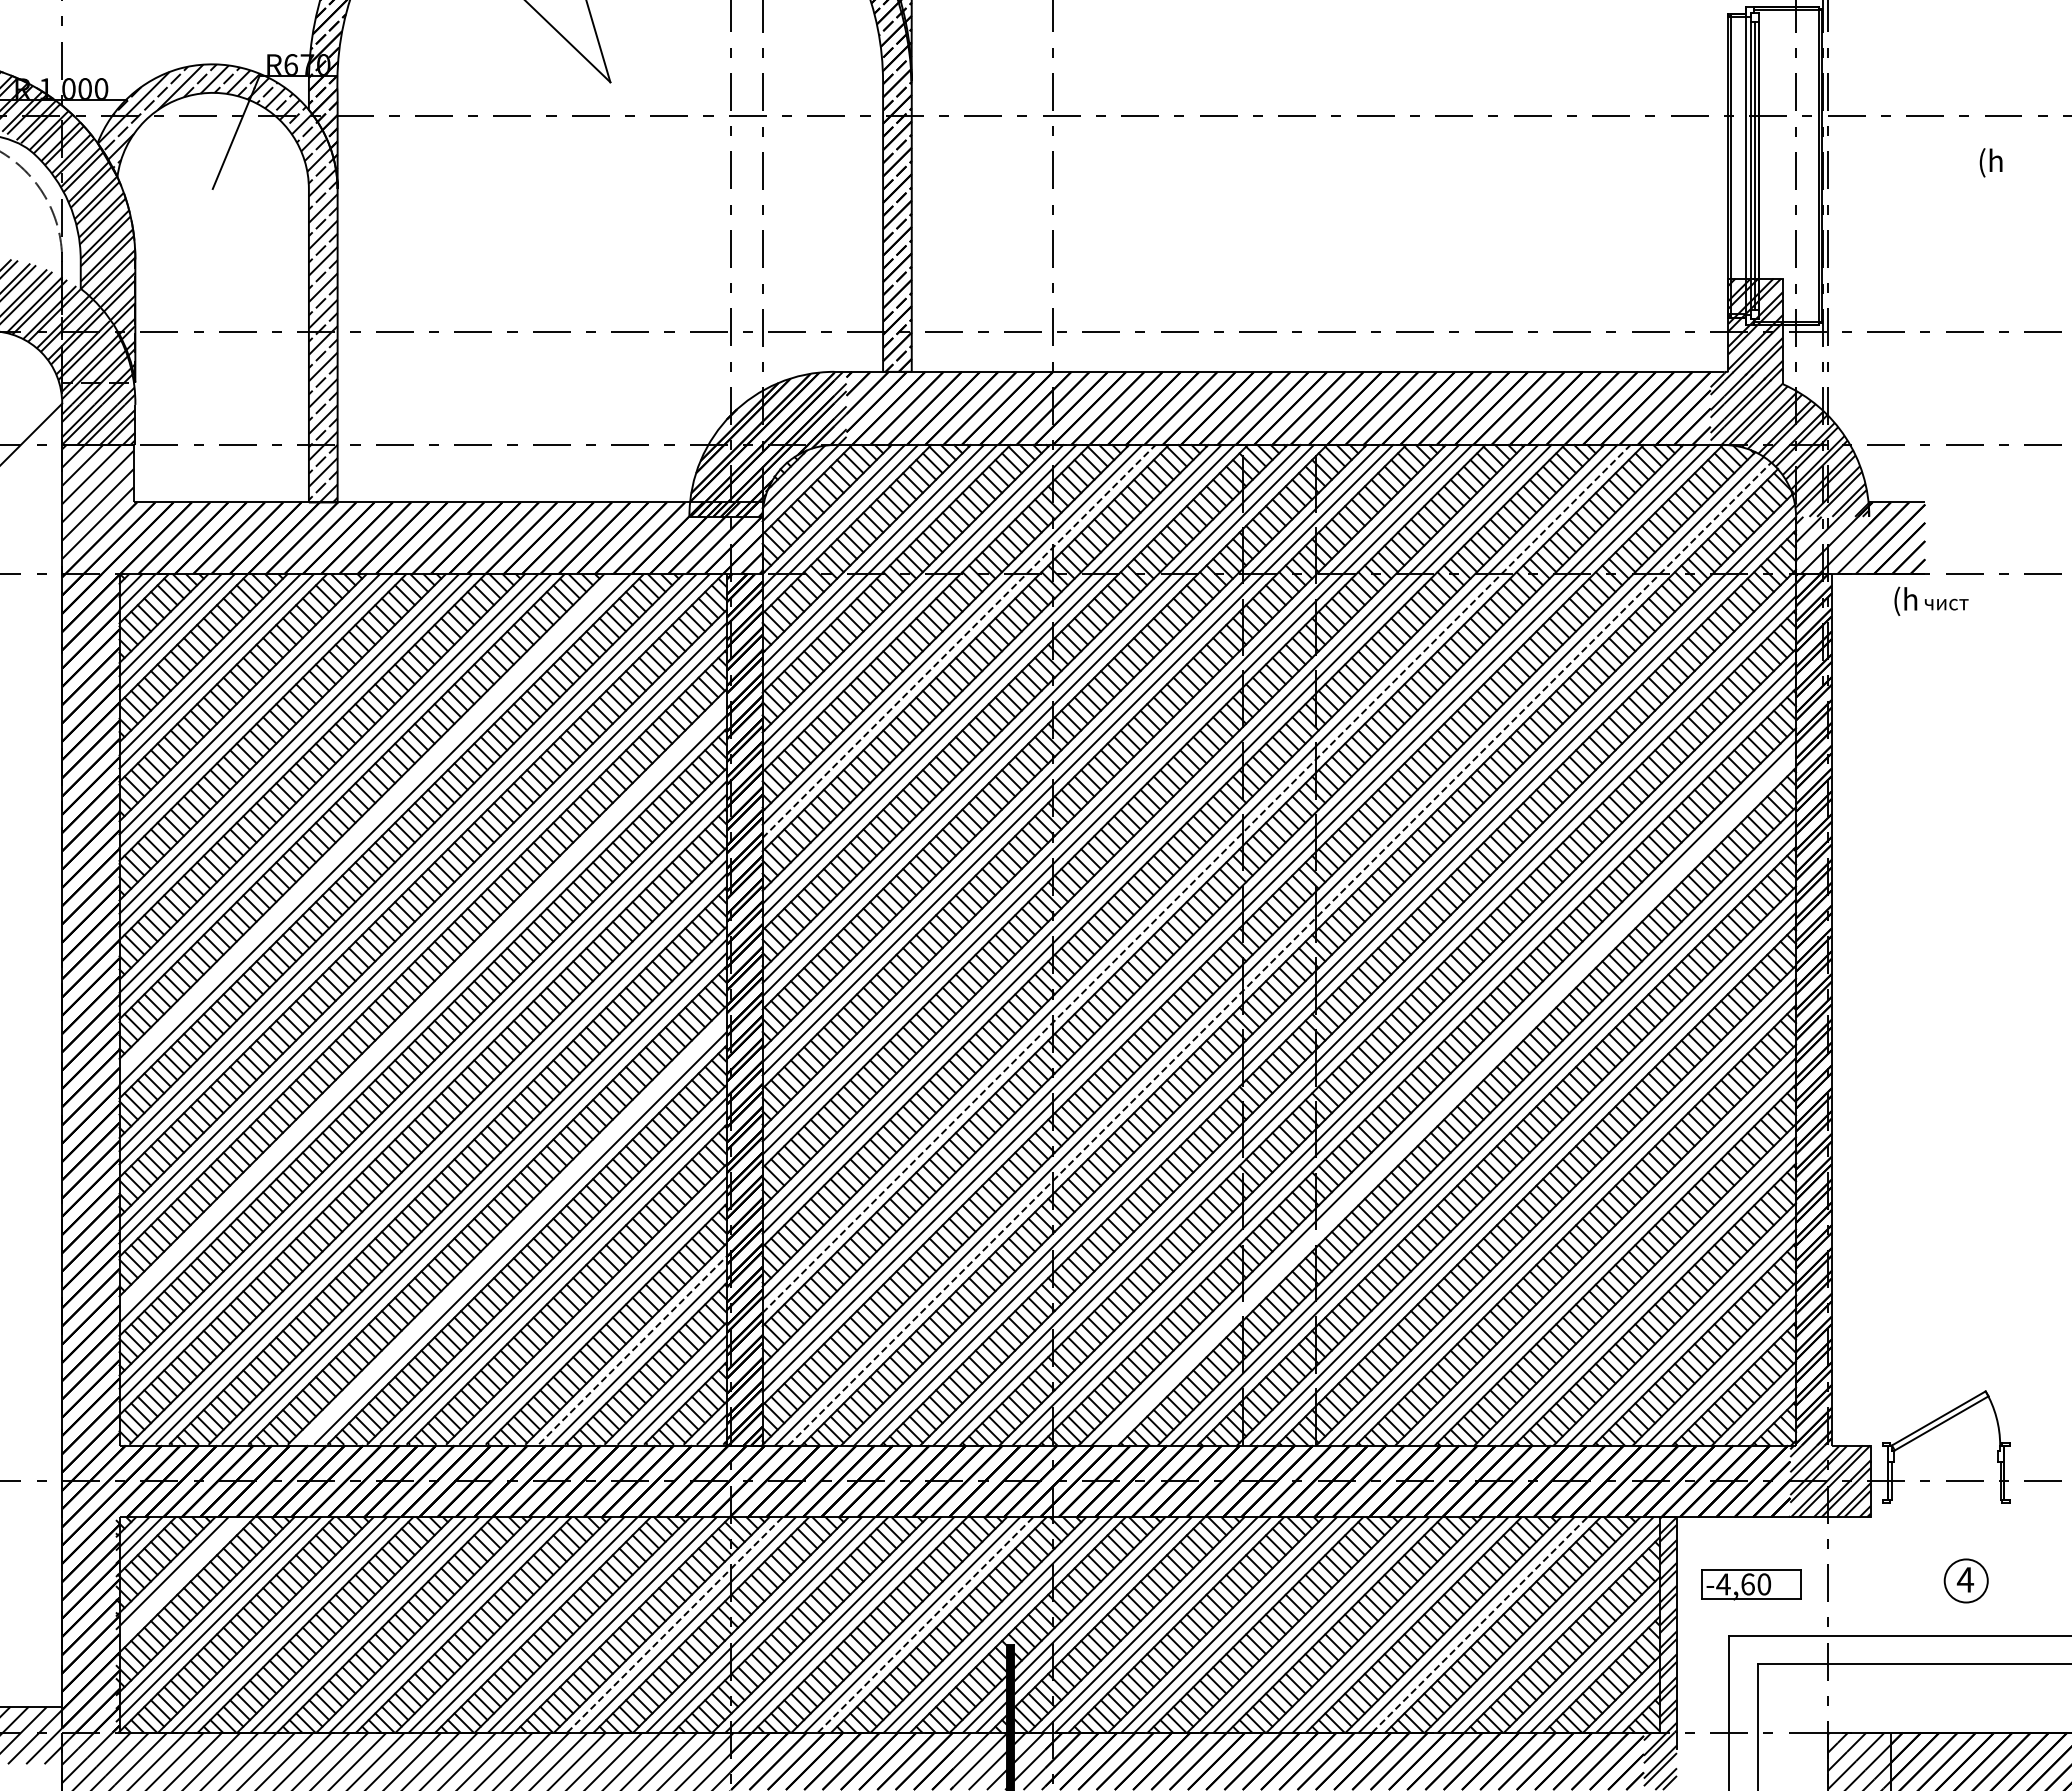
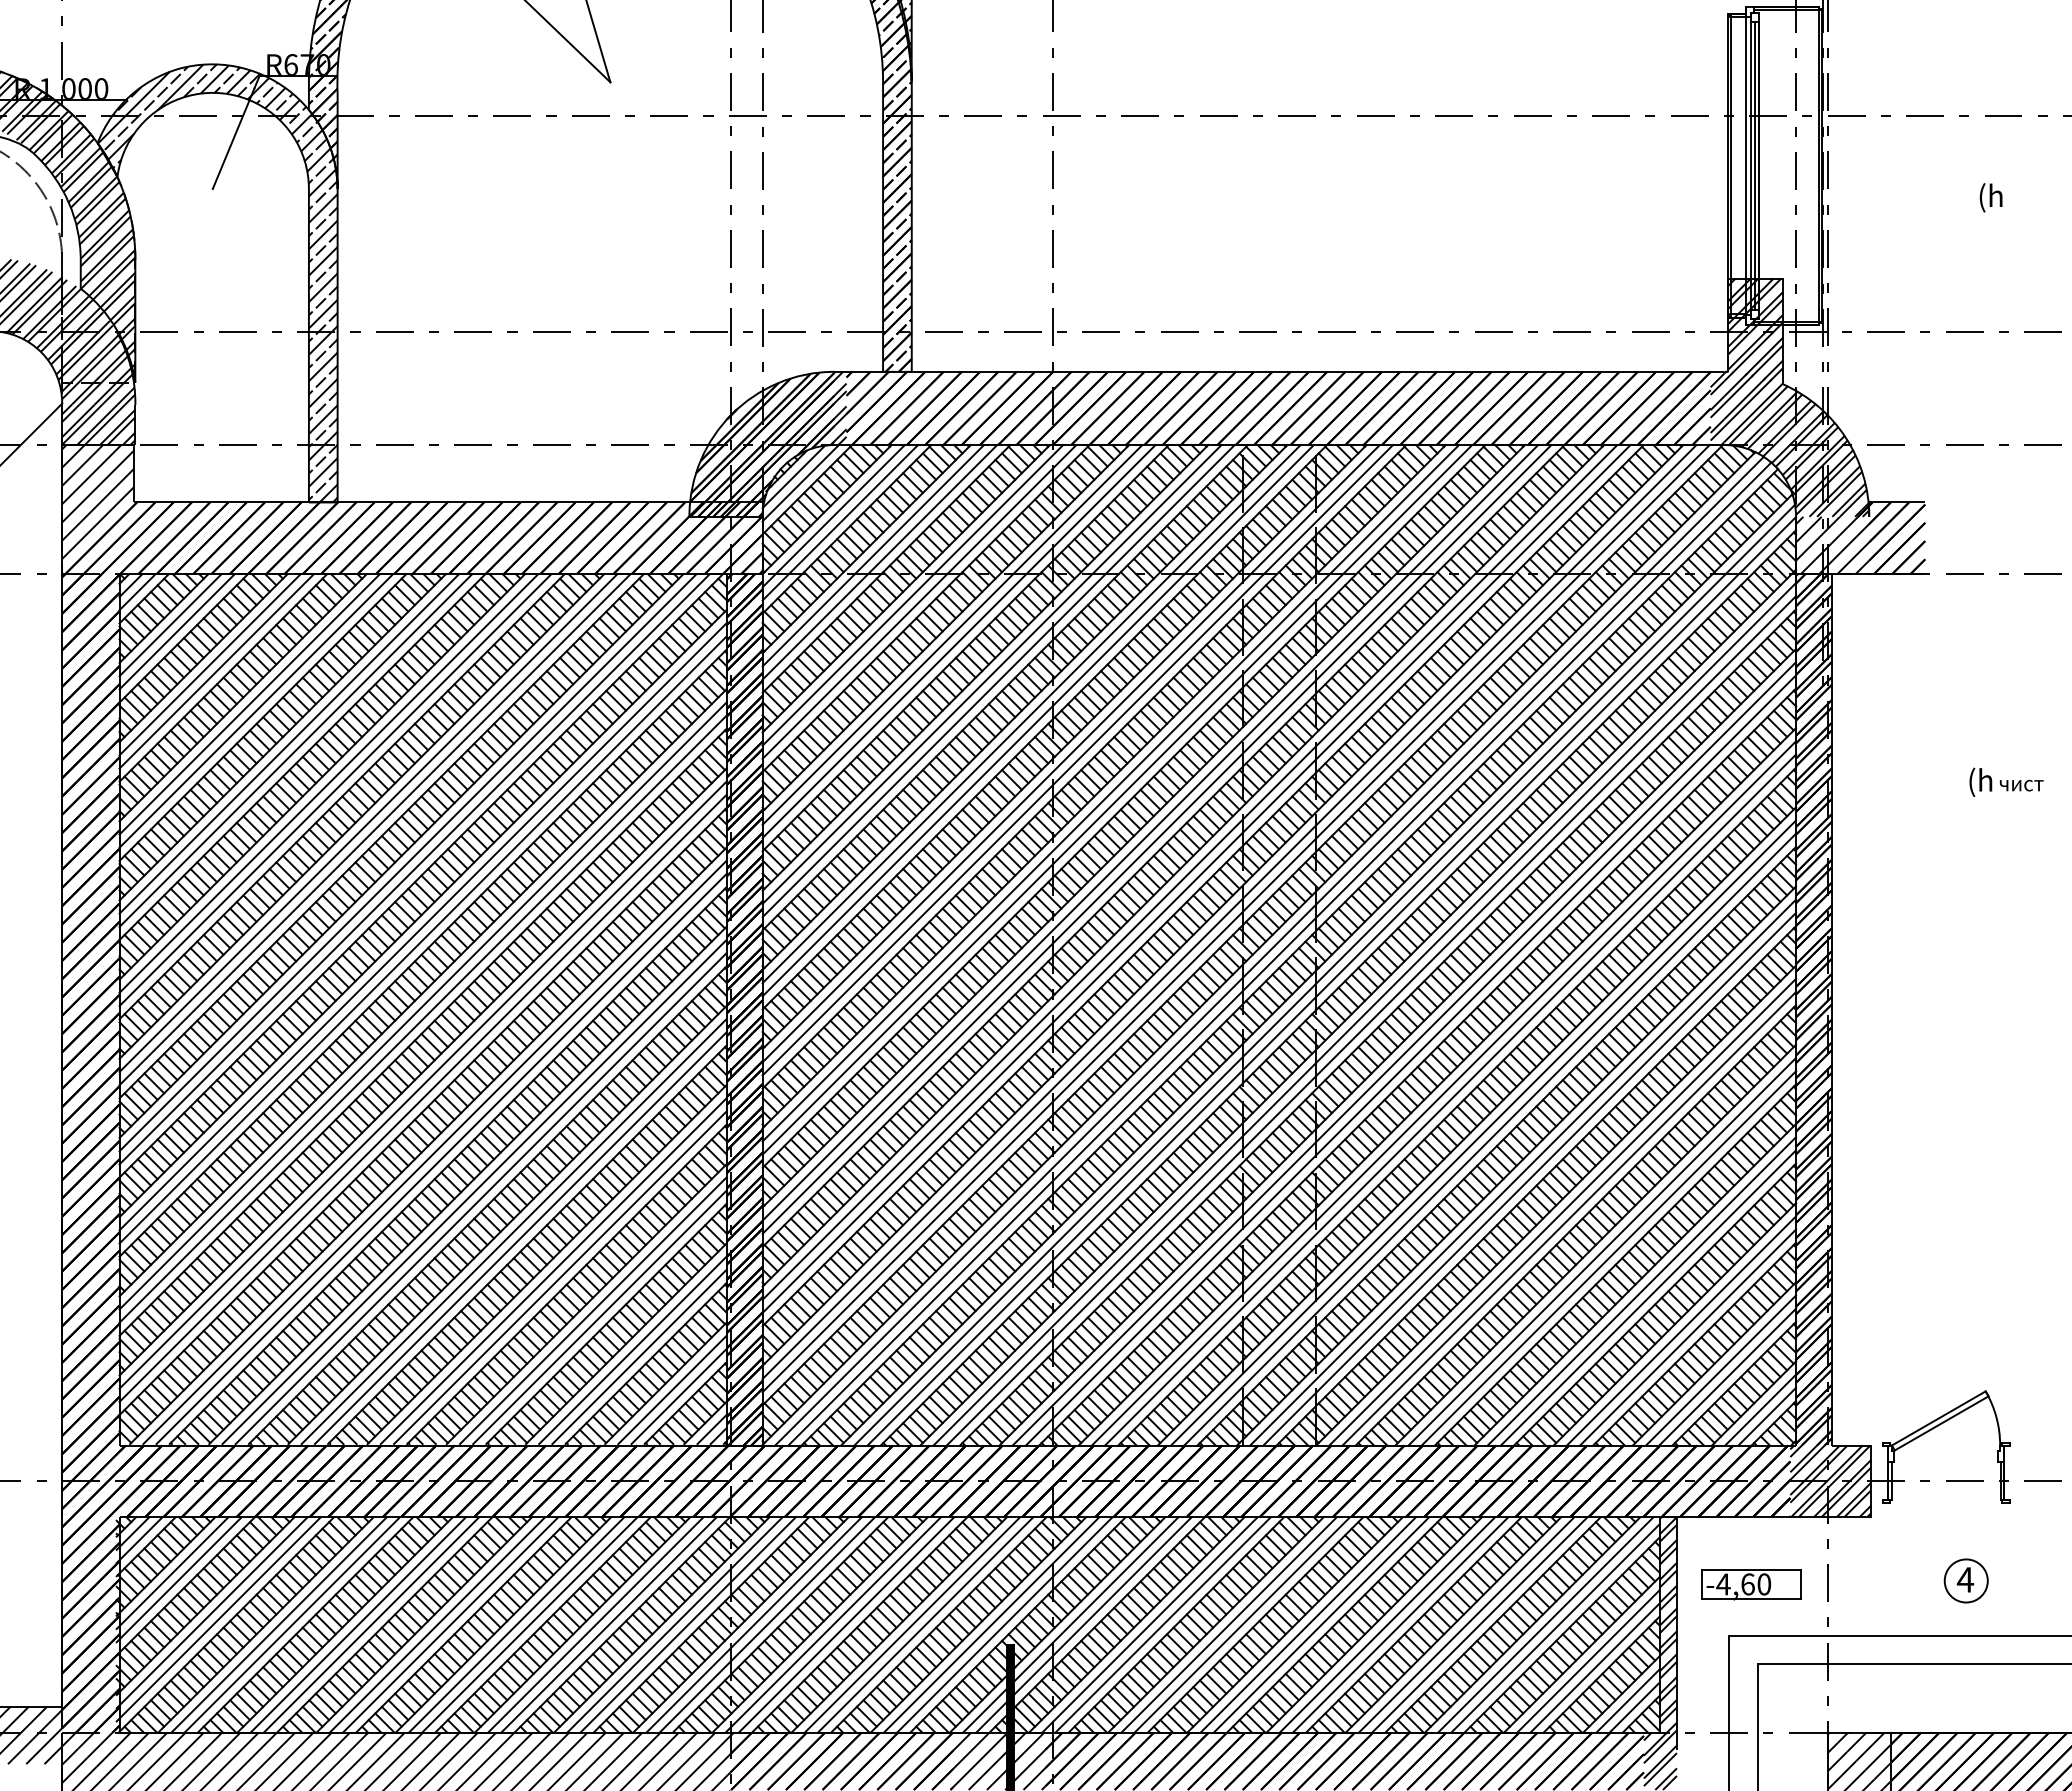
text at (1990, 162) position: (1990, 162) -> (1990, 197)
text at (1931, 600) position: (1931, 600) -> (2006, 781)
line at (959, 641): dashed -> solid
line at (368, 823): none -> present
line at (1196, 879): dashed -> solid
line at (1280, 953): dashed -> solid
line at (422, 1005): none -> present
line at (1450, 1099): none -> present
line at (513, 1231): none -> present
line at (632, 1350): dashed -> solid
line at (178, 1579): none -> present
line at (675, 1624): dashed -> solid
line at (926, 1624): dashed -> solid
line at (1480, 1624): dashed -> solid
